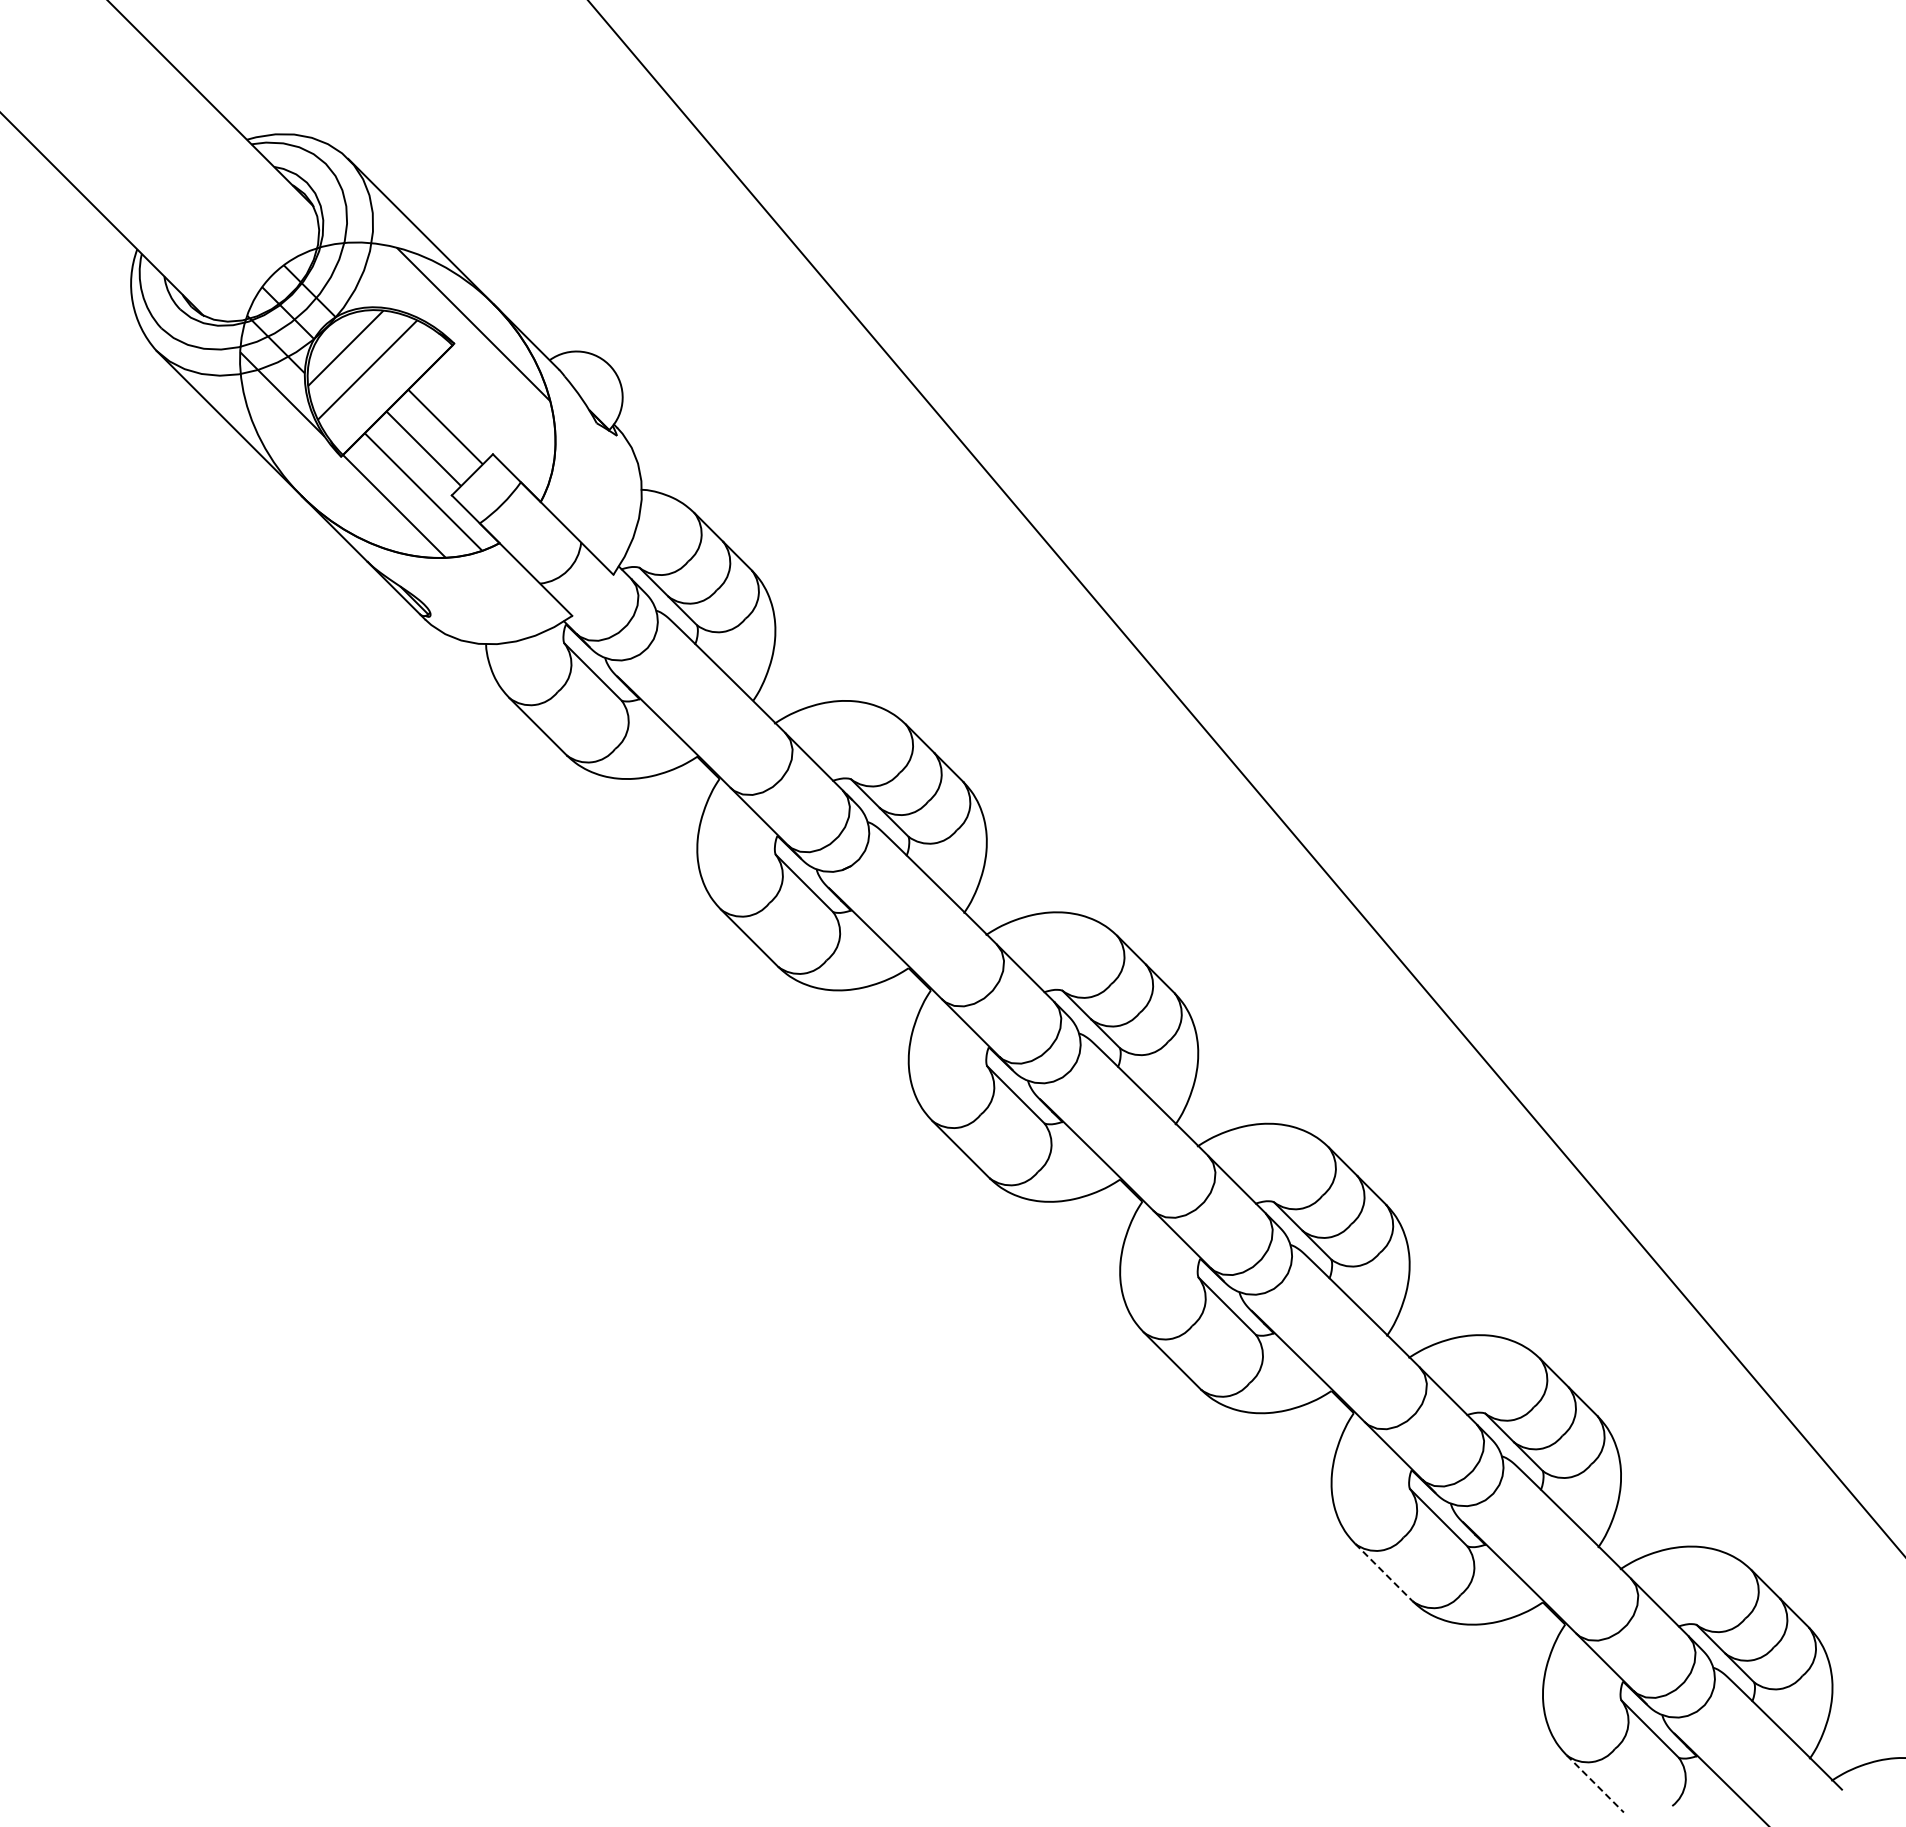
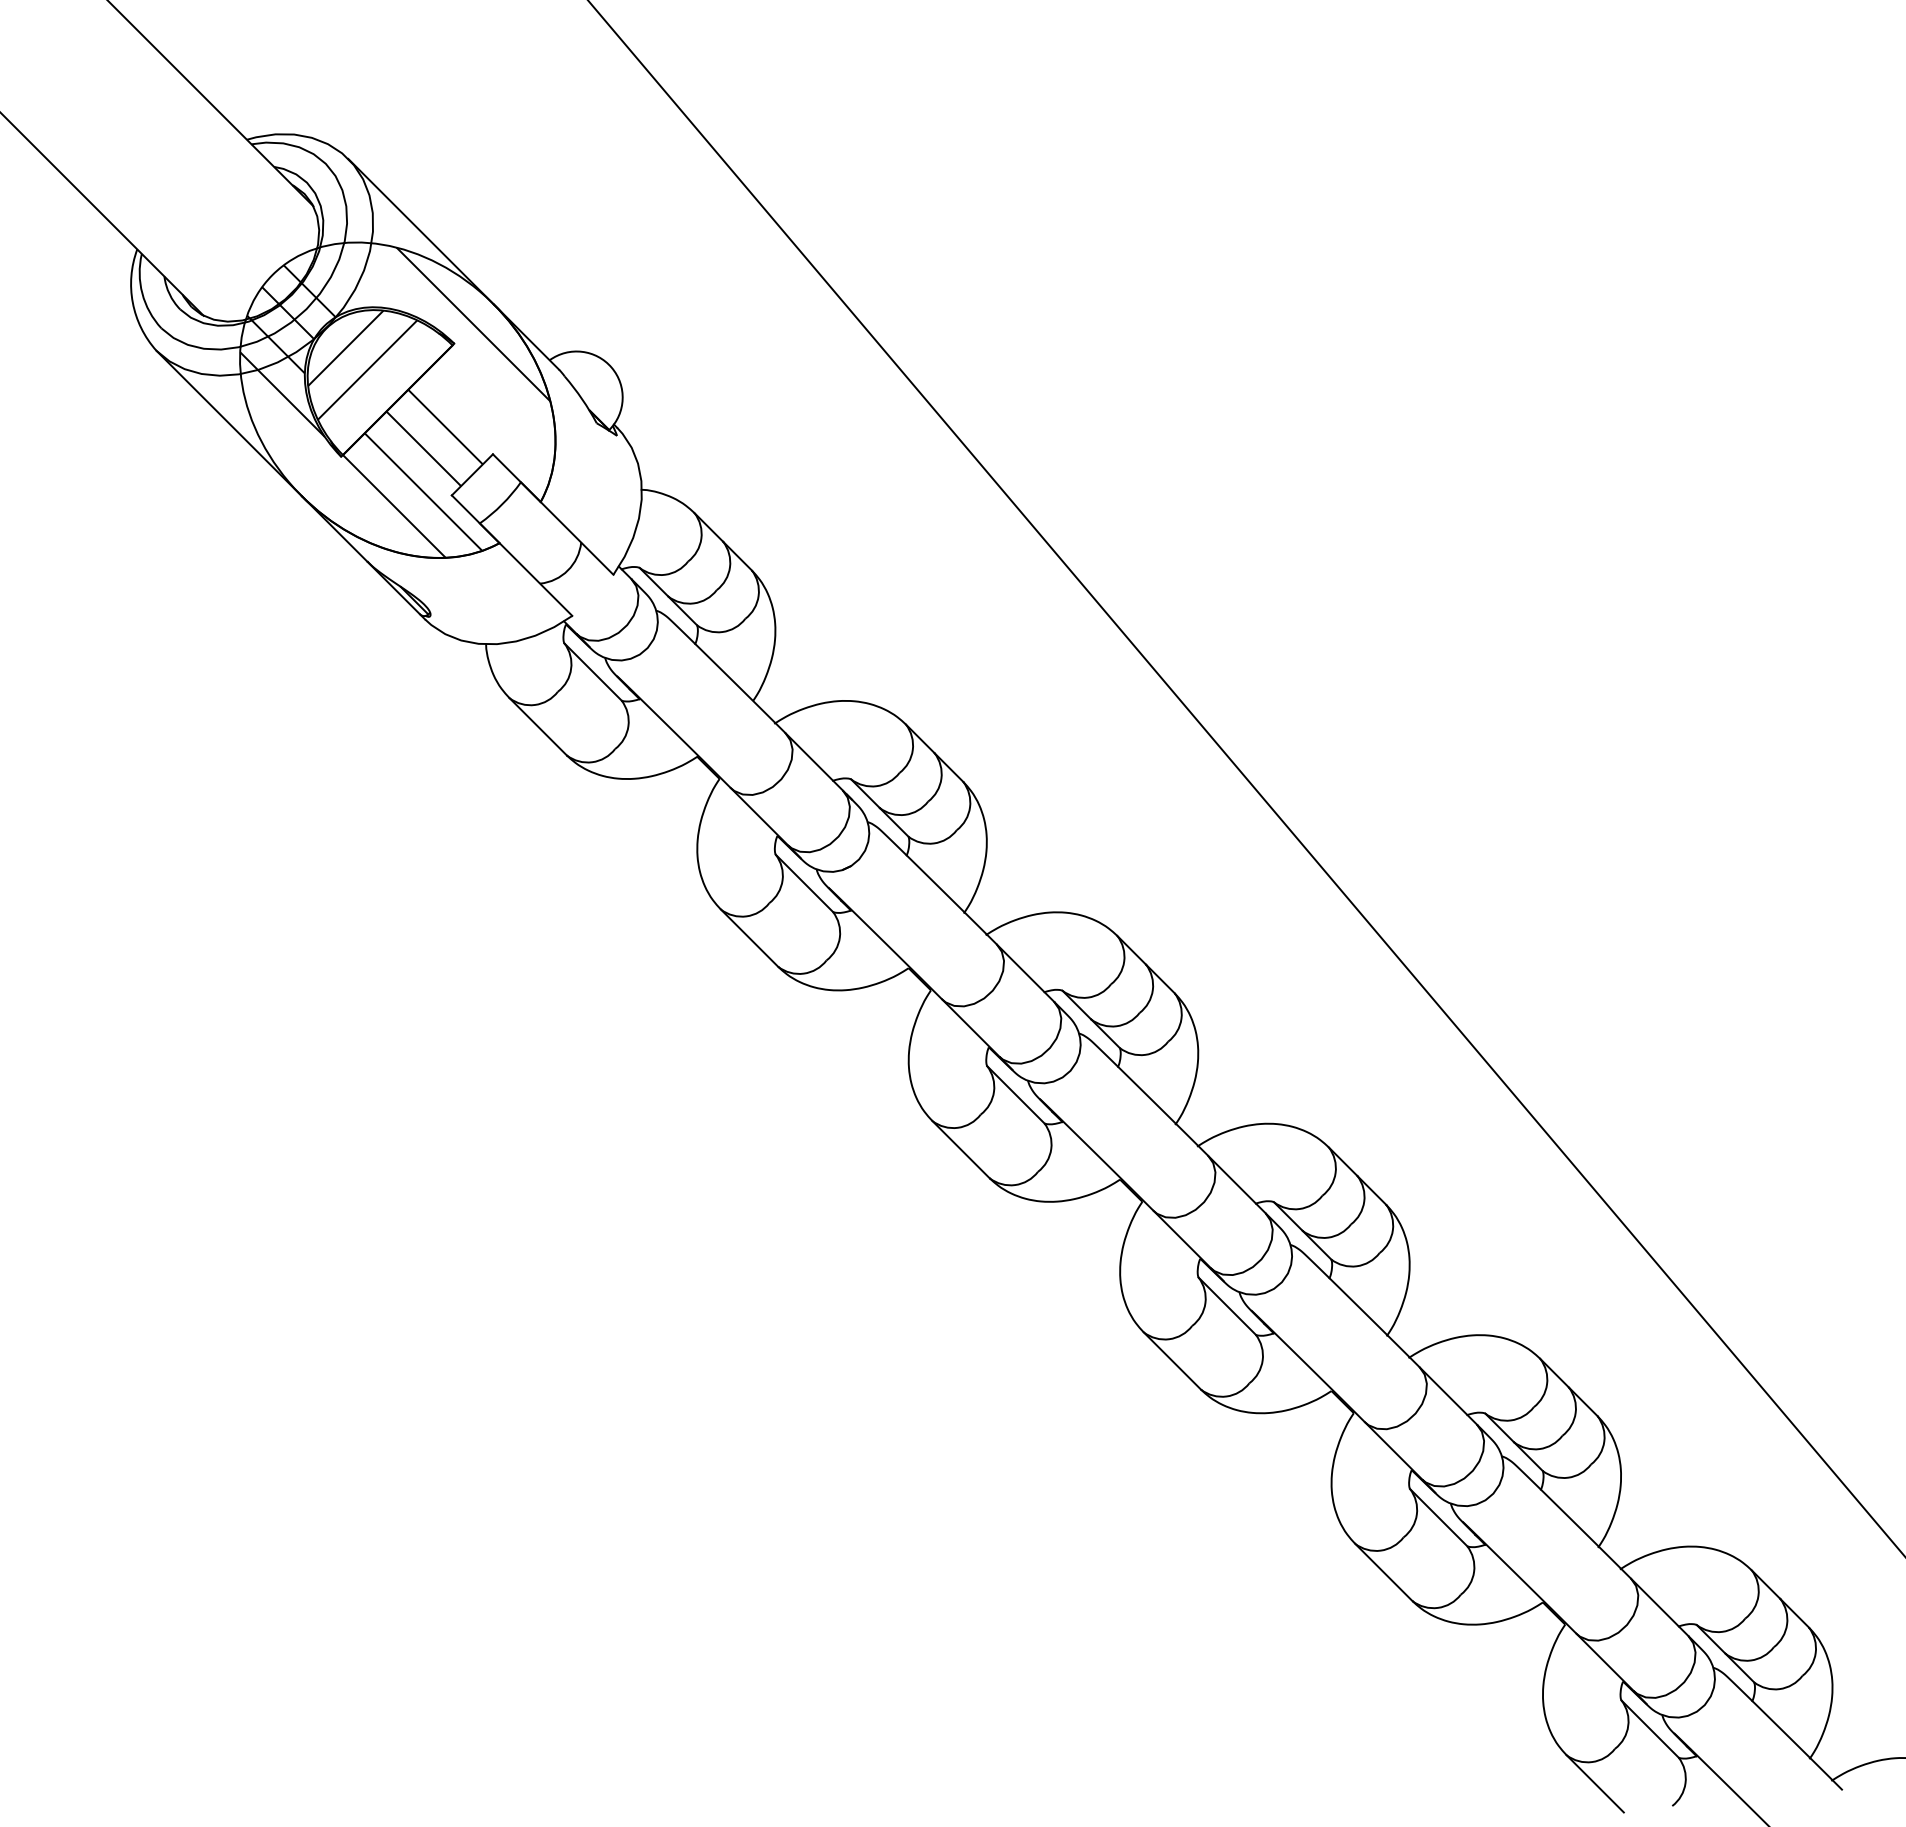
line at (1384, 1572): dashed -> solid
line at (1595, 1784): dashed -> solid
